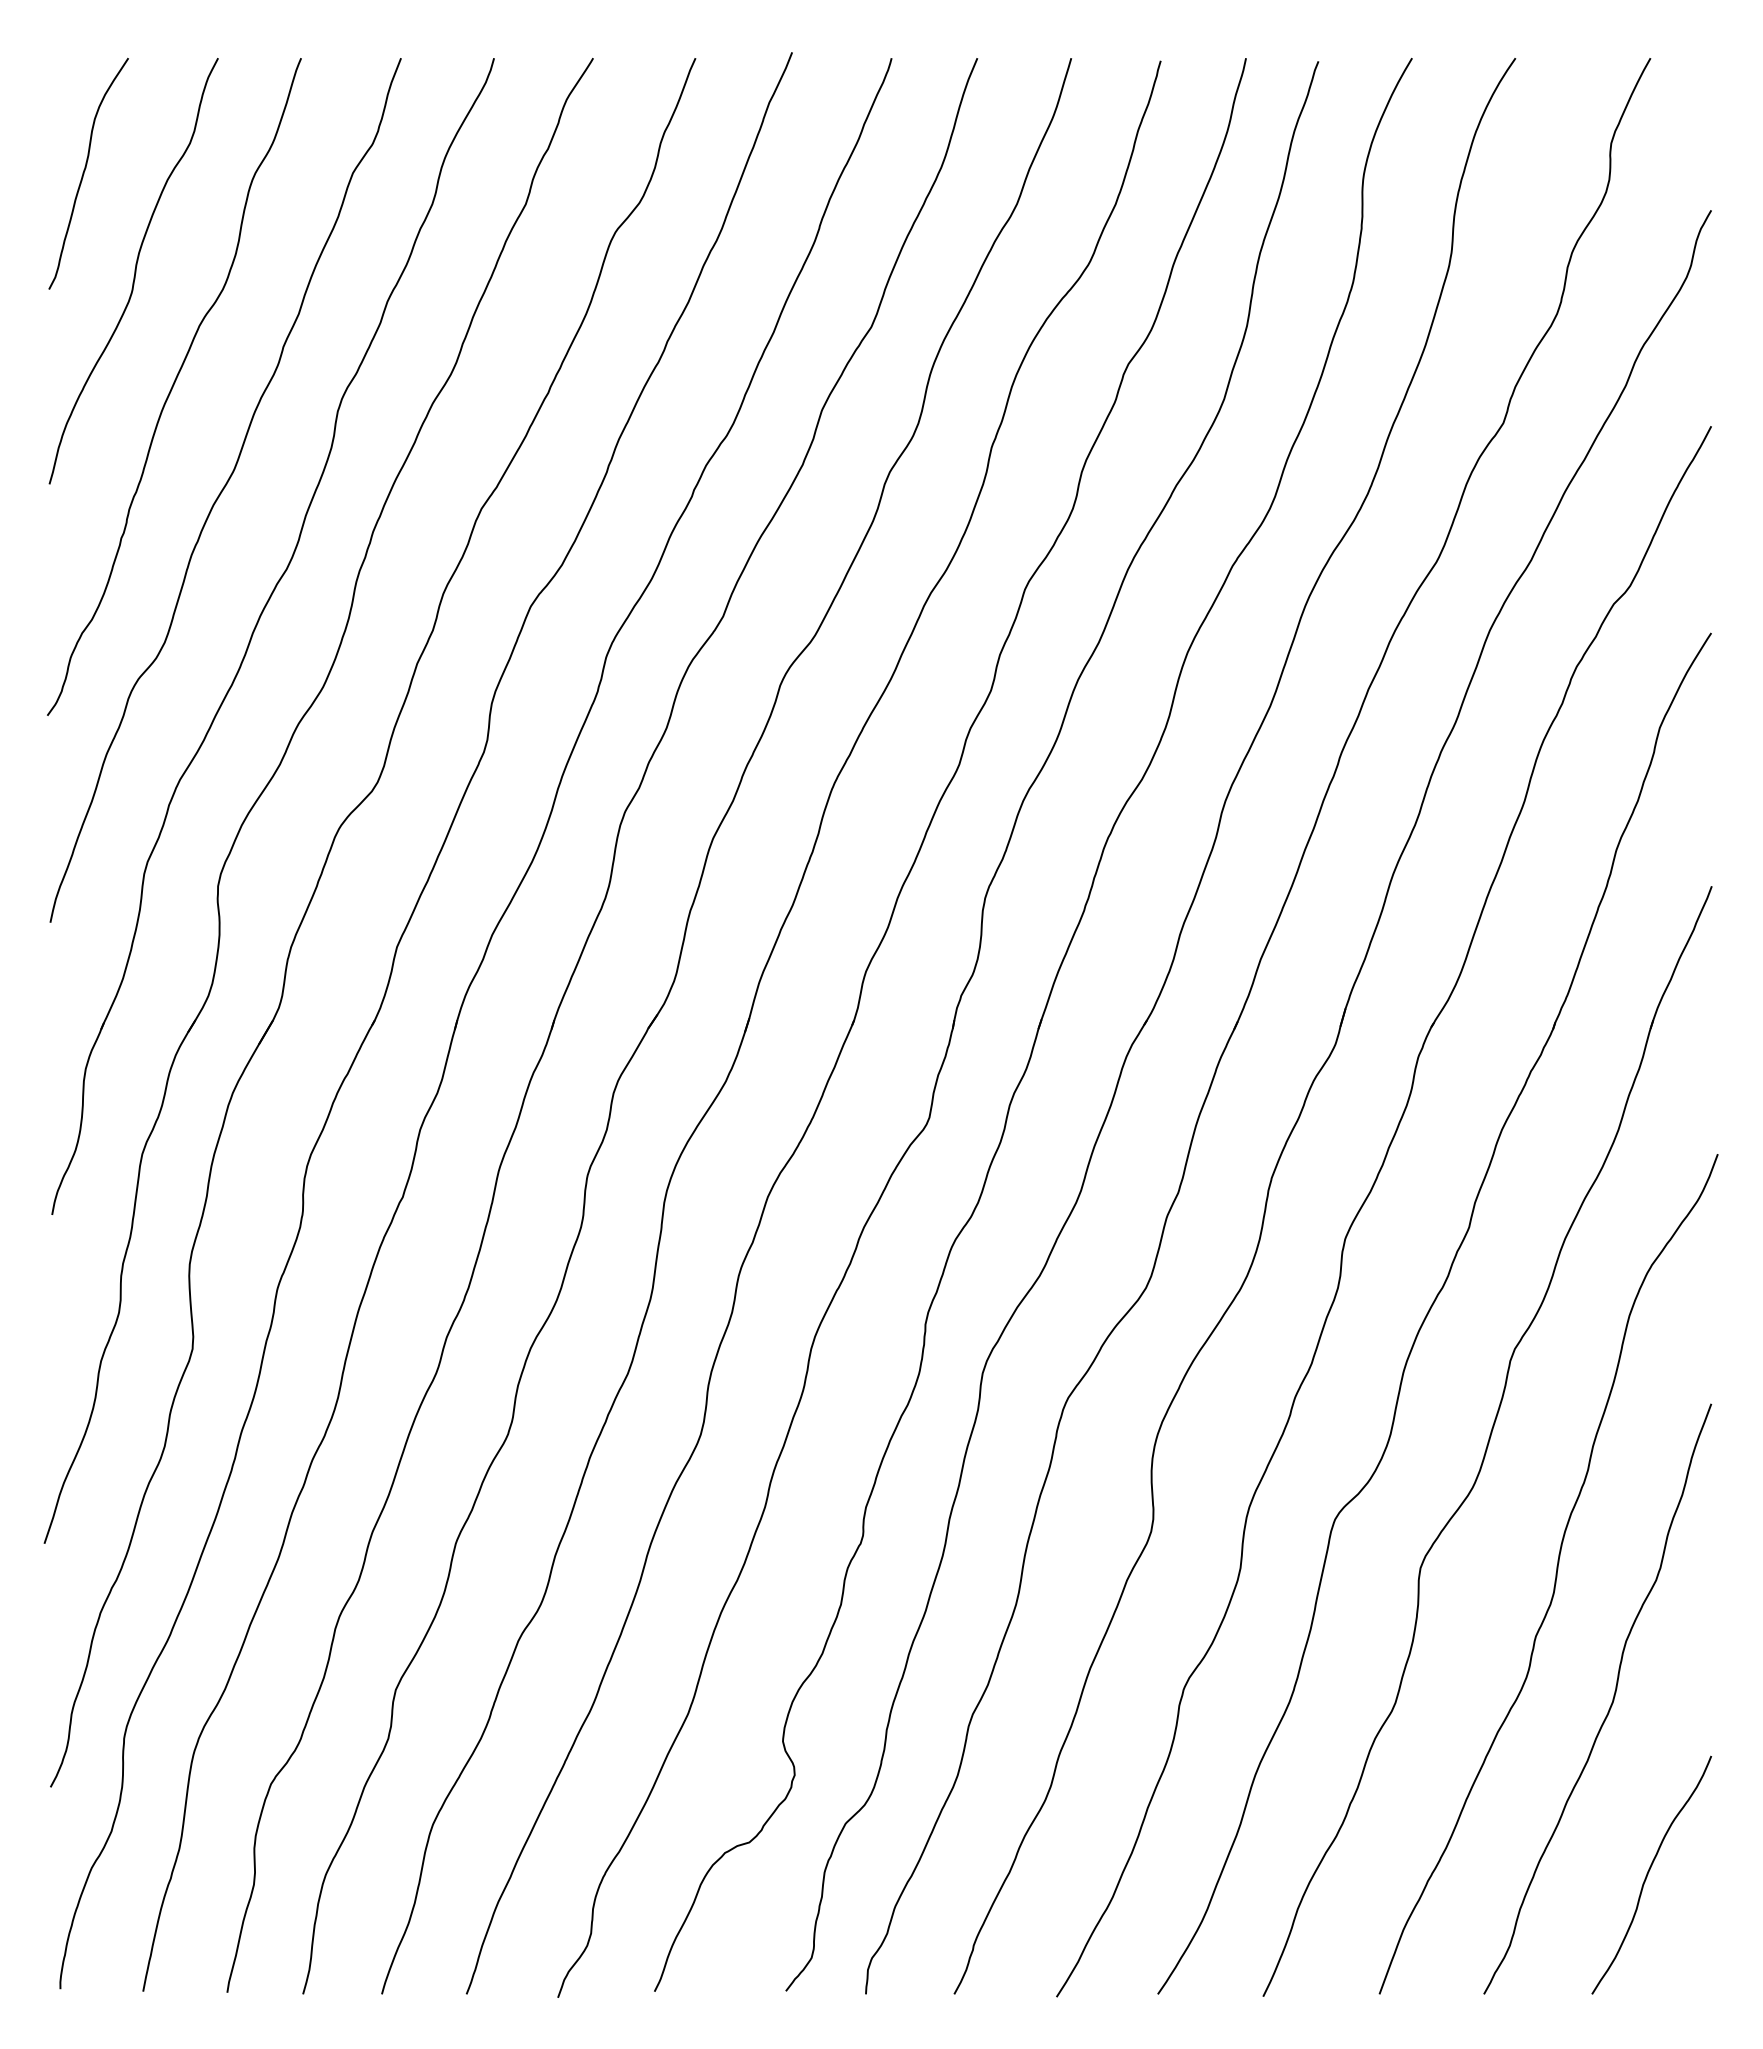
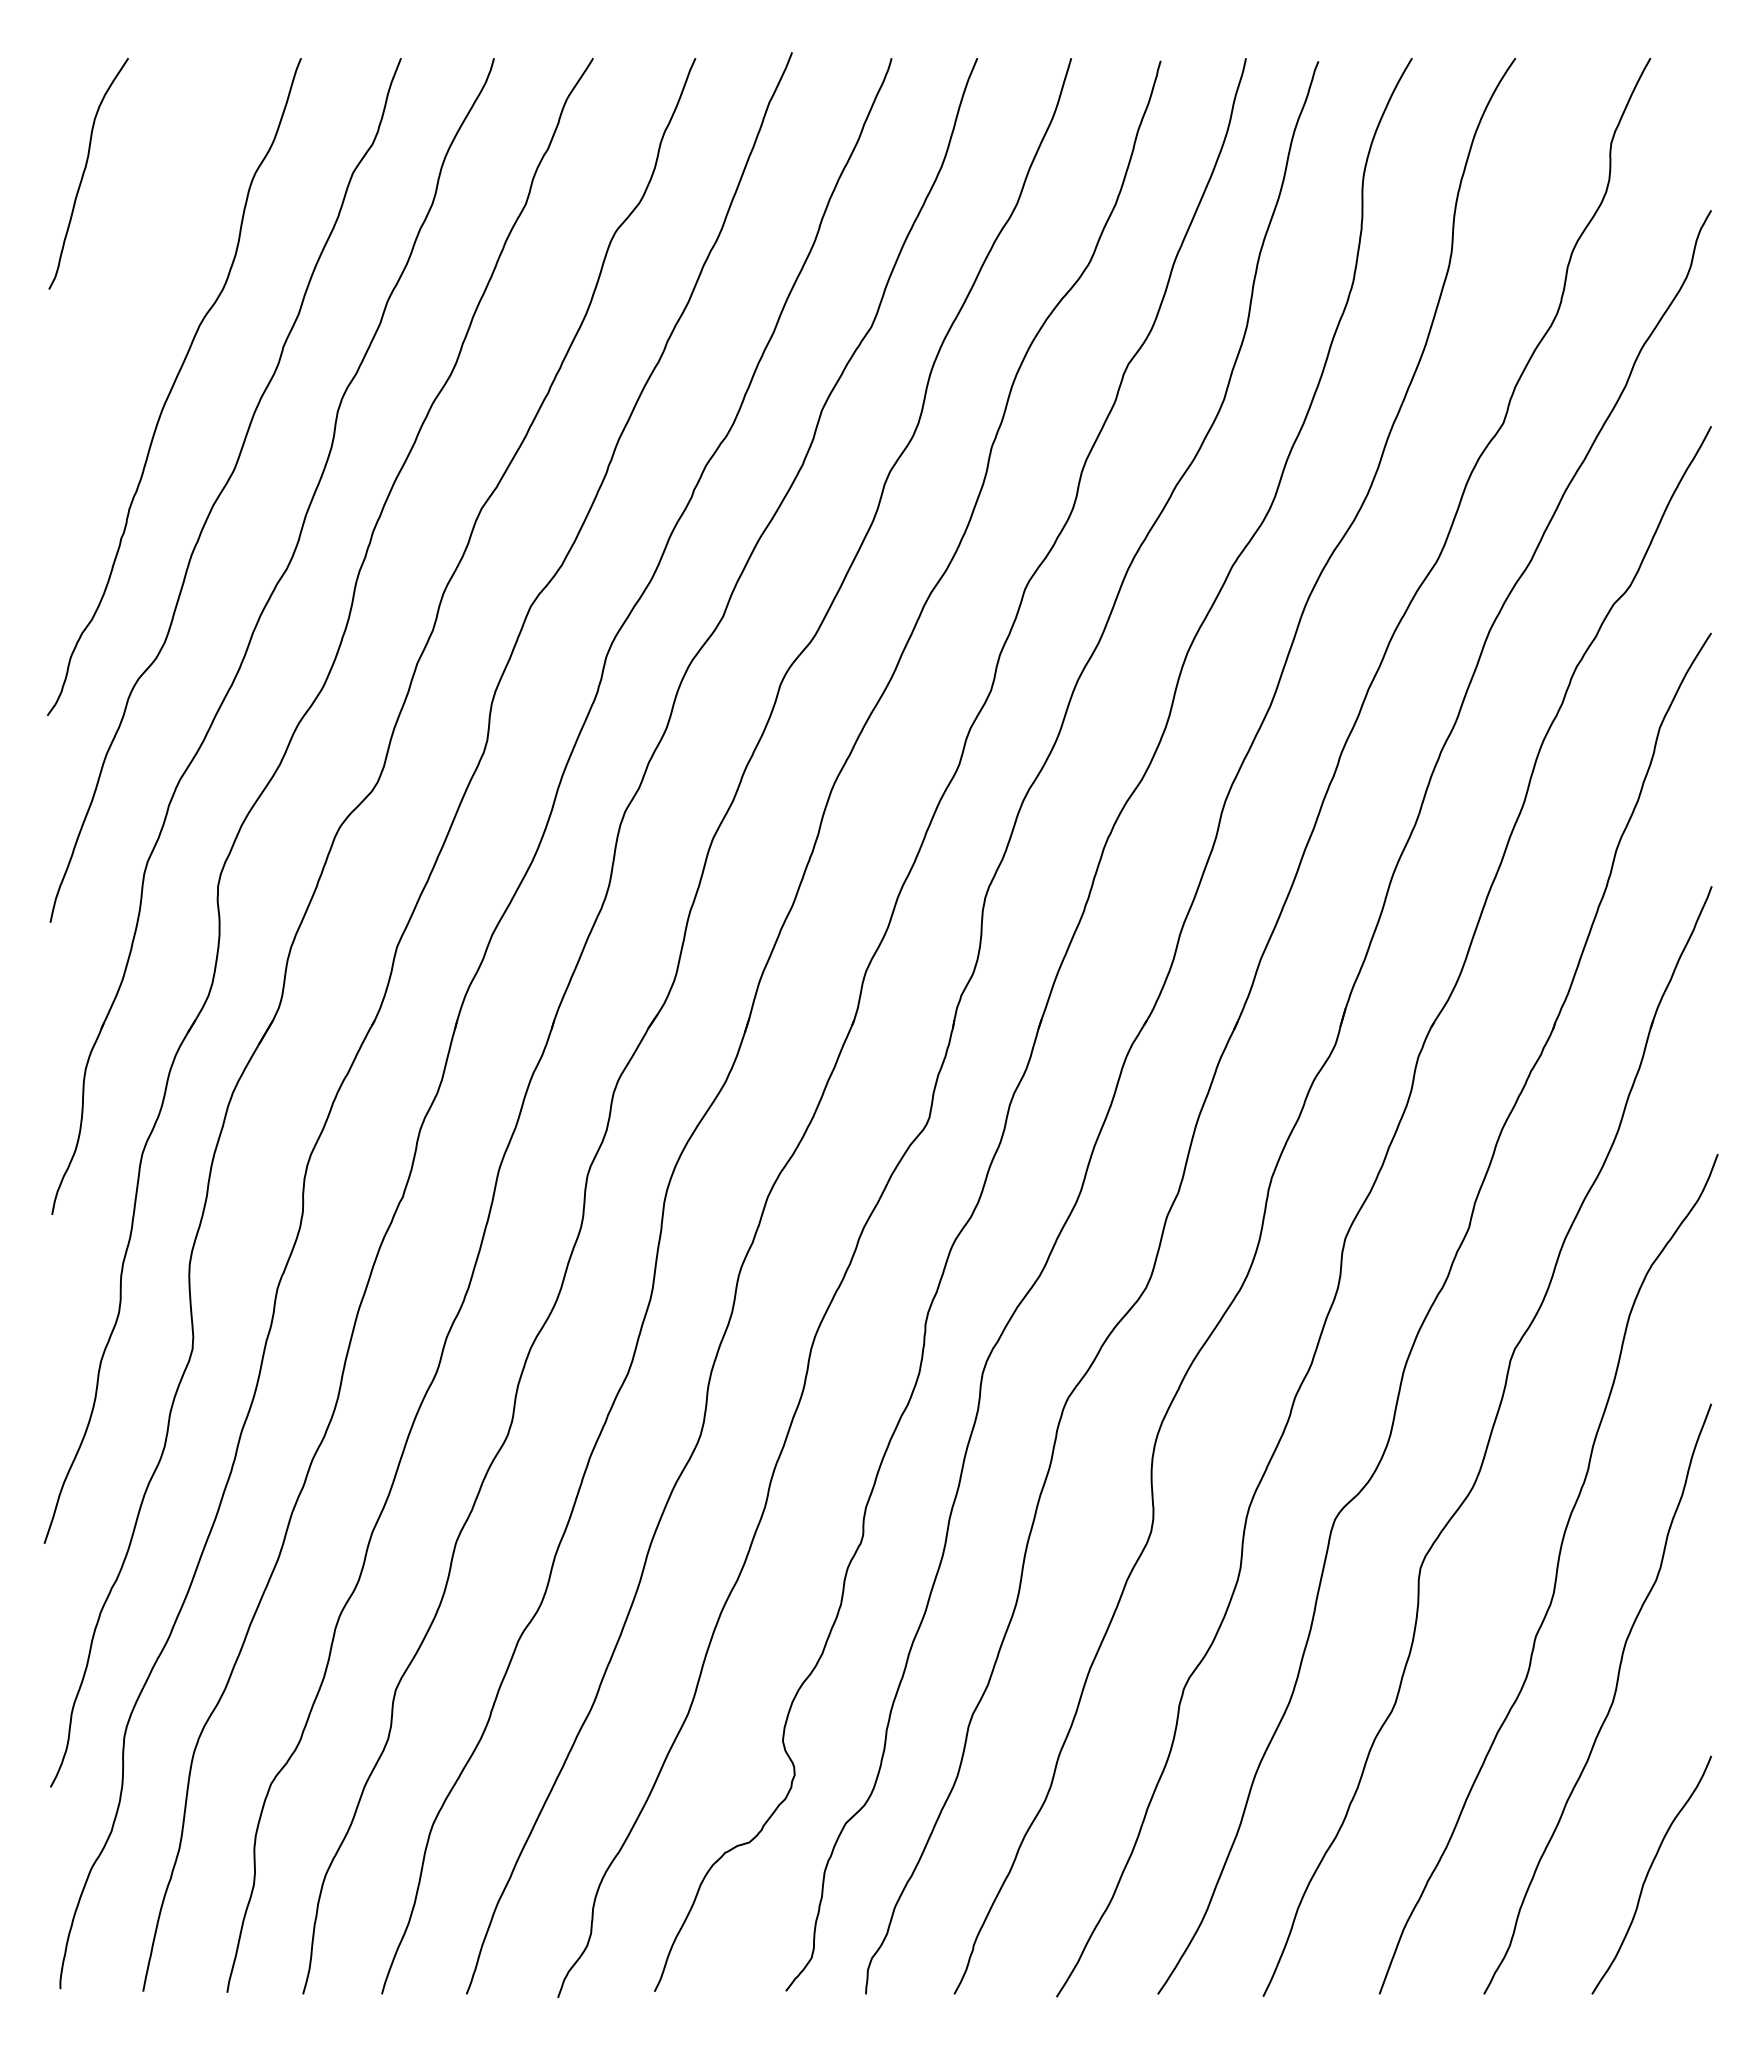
curve at (134, 271): present -> none
